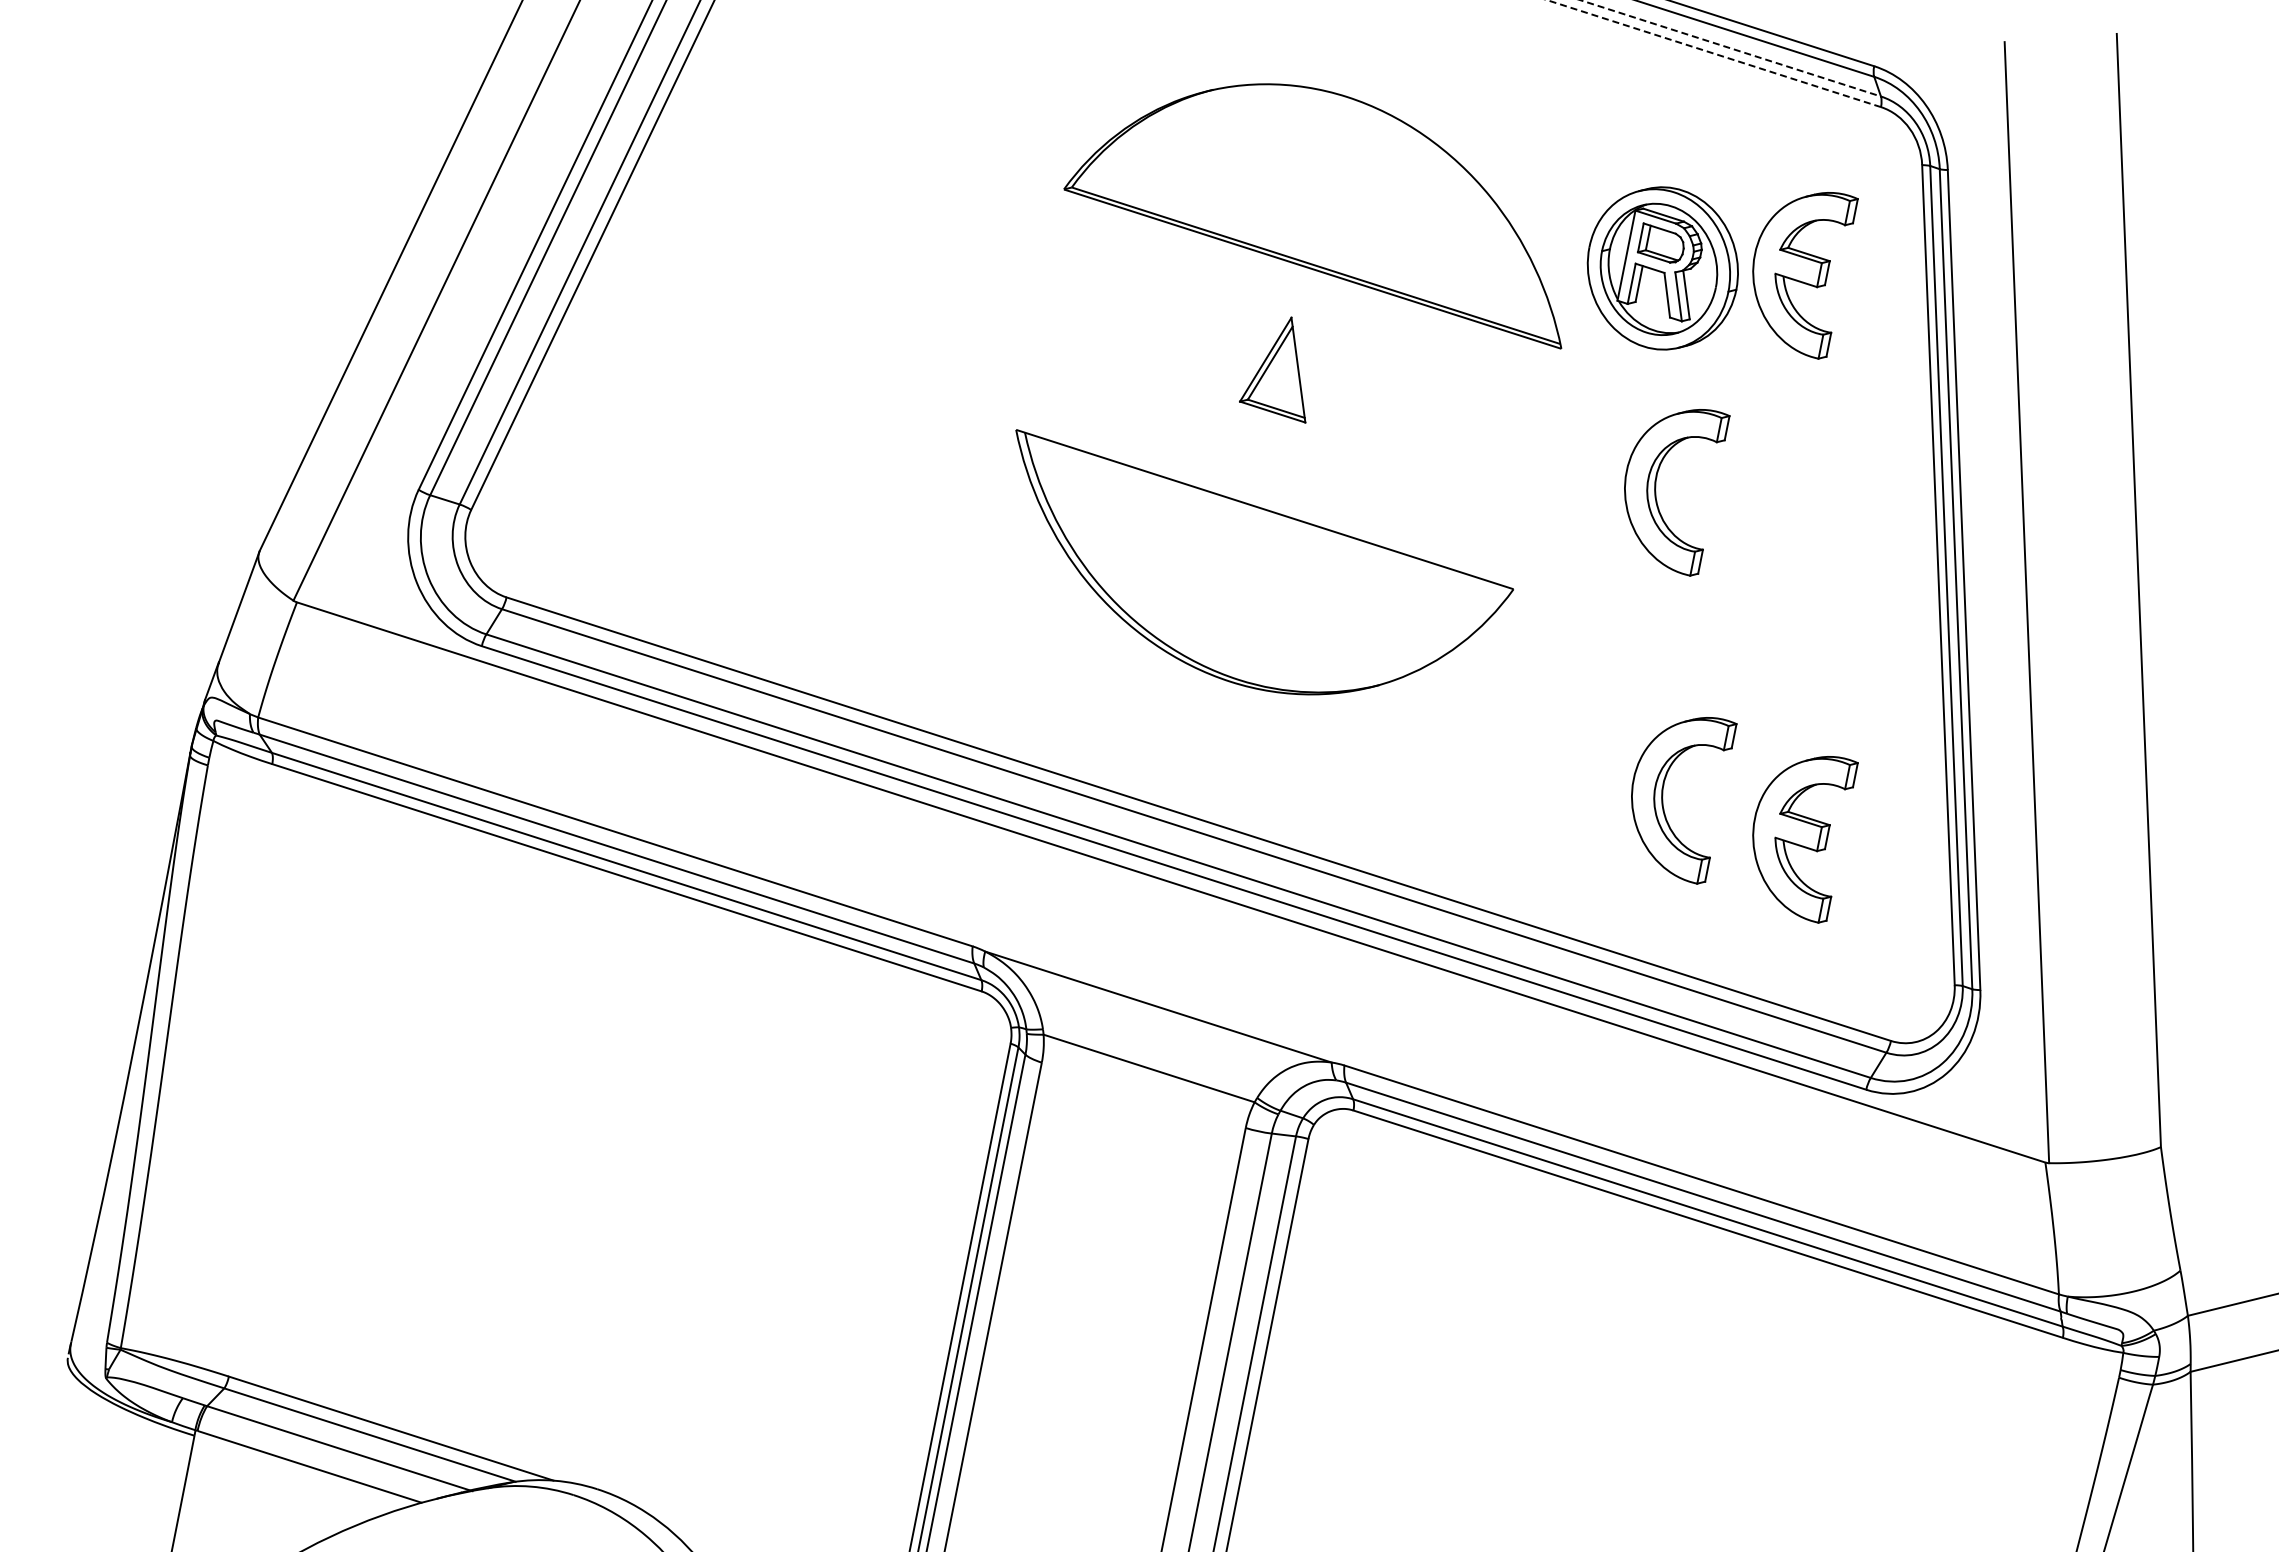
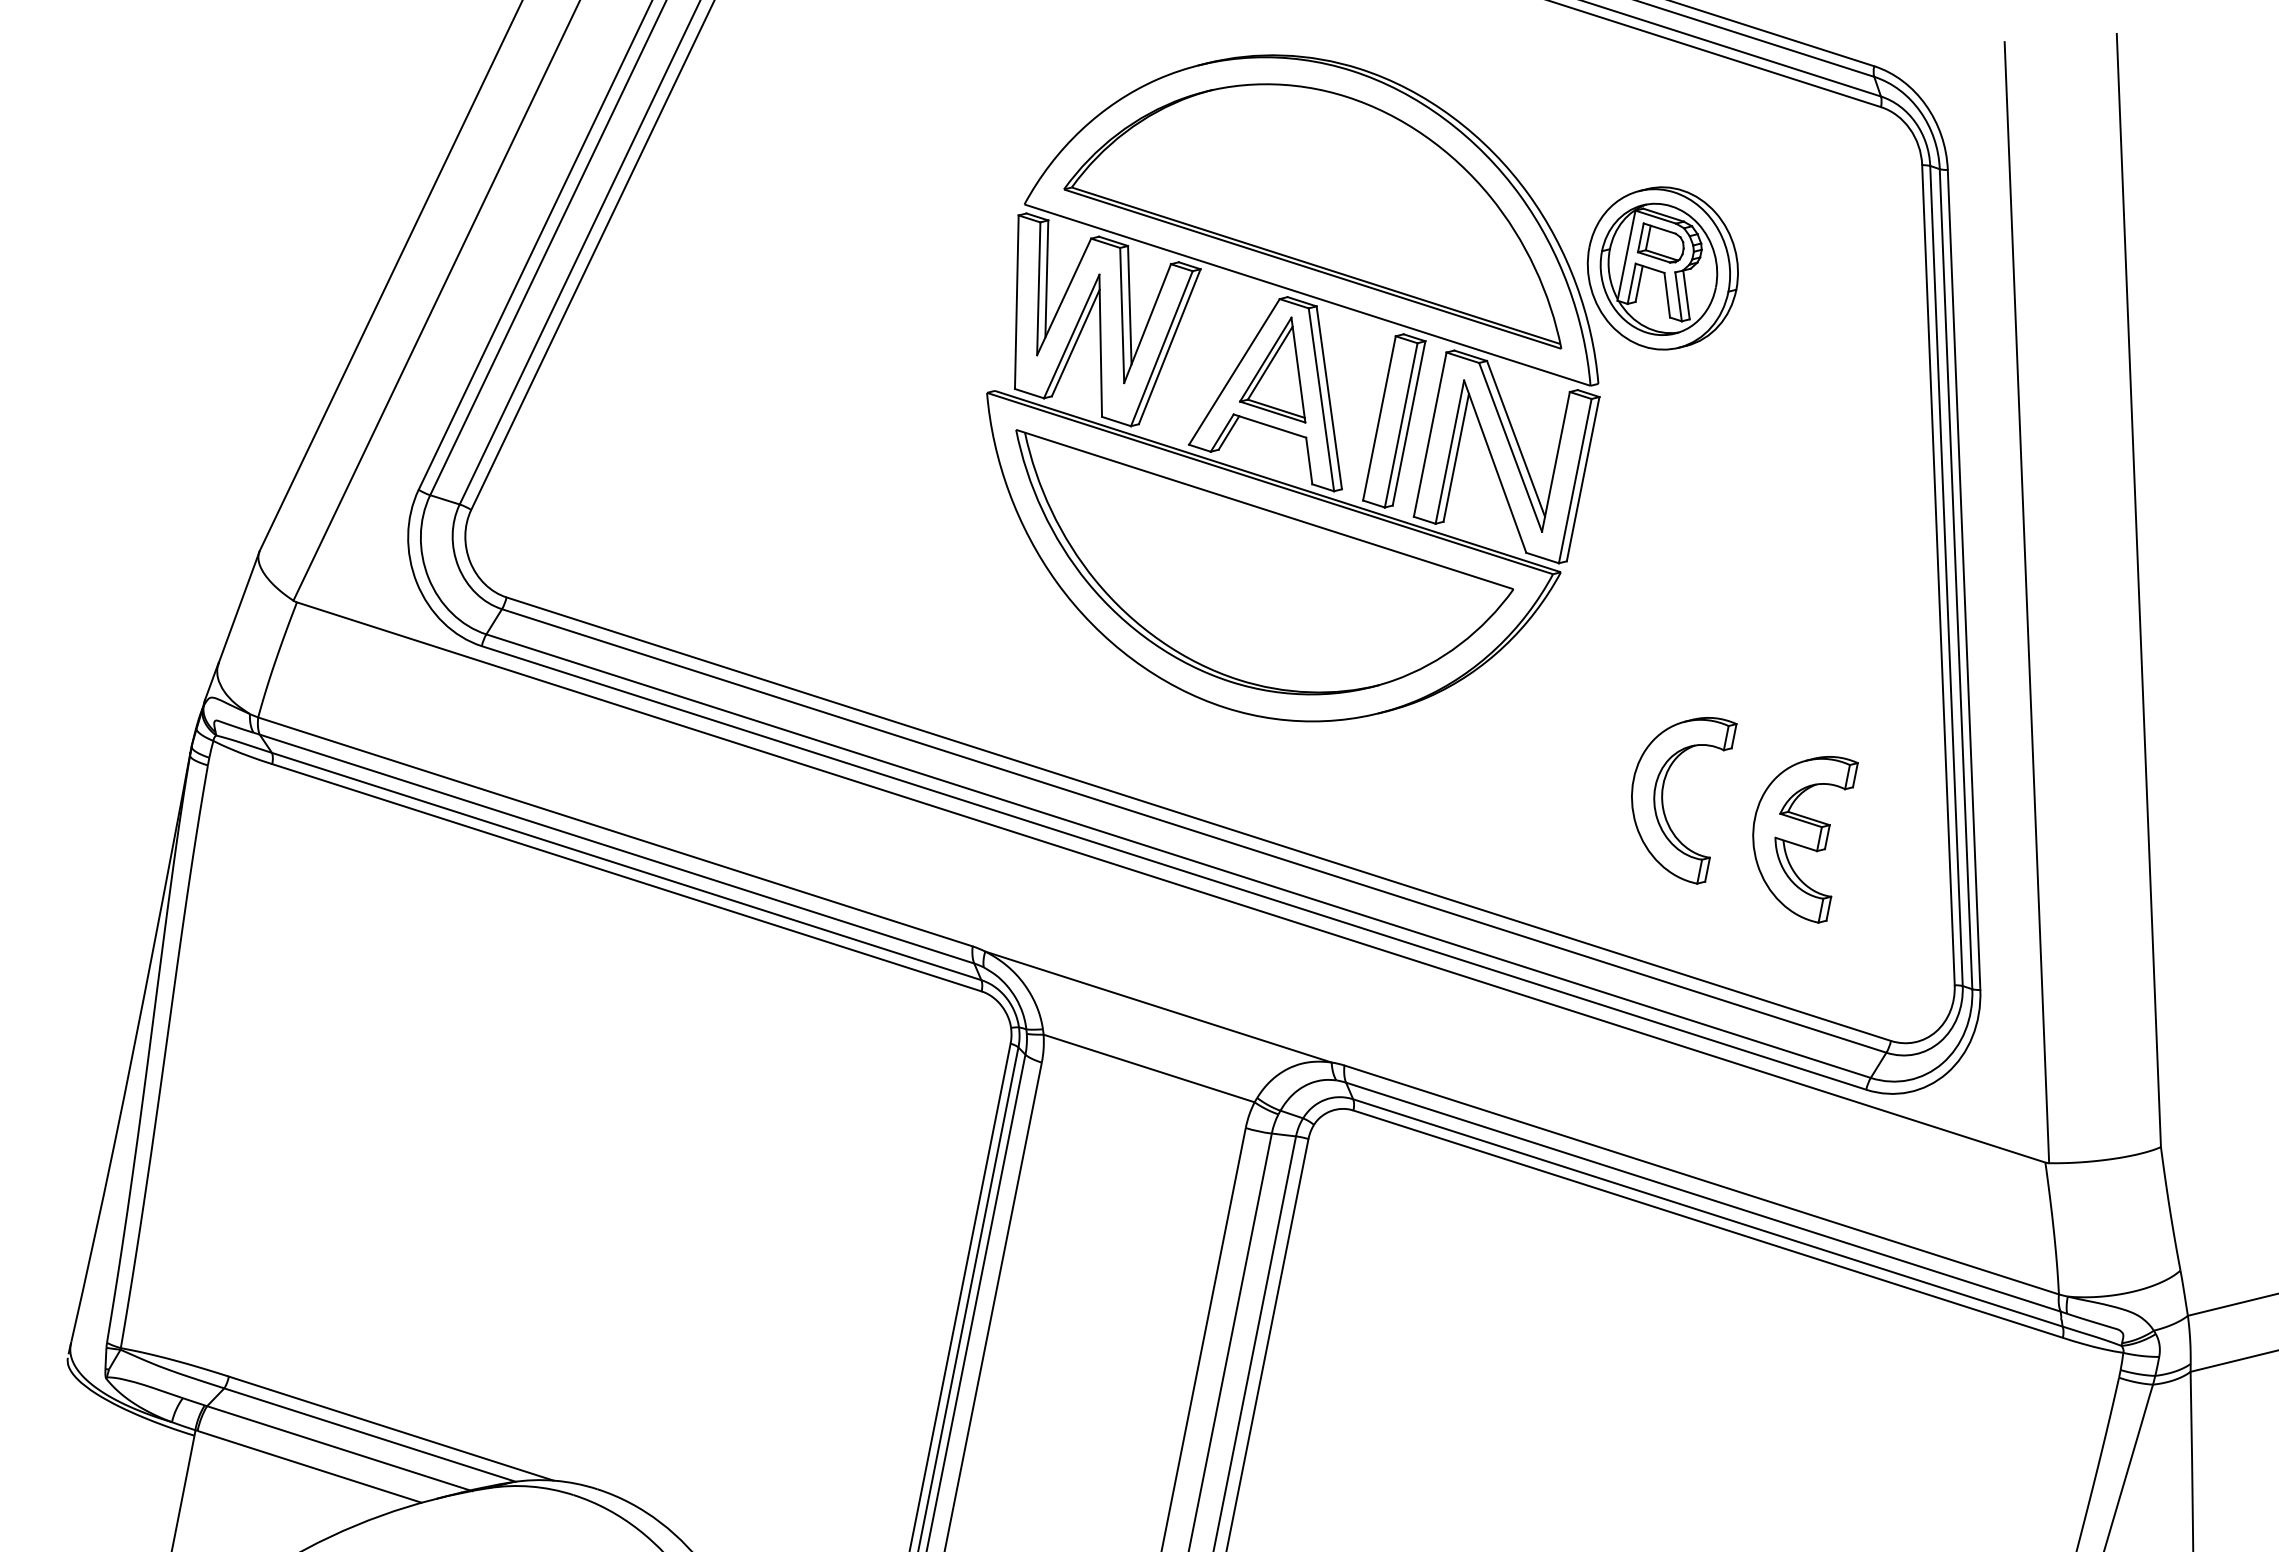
line at (1730, 48): dashed -> solid
line at (1713, 53): dashed -> solid
part at (1805, 275): present -> none
part at (1293, 388): none -> present
part at (1656, 492): present -> none
